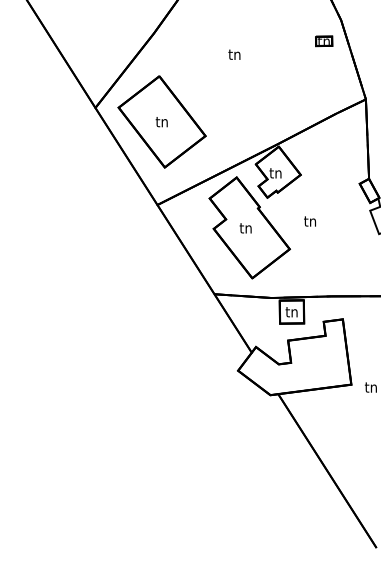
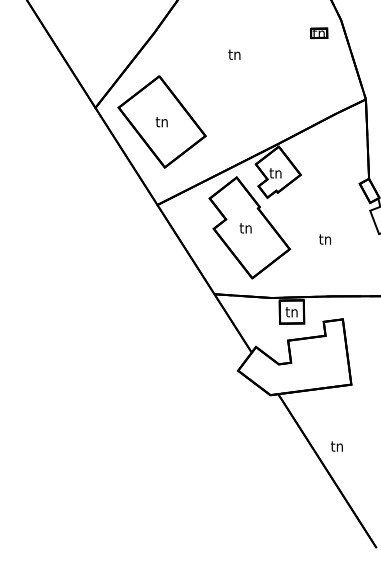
part at (324, 41) position: (324, 41) -> (319, 33)
text at (309, 221) position: (309, 221) -> (324, 239)
text at (370, 387) position: (370, 387) -> (336, 446)
